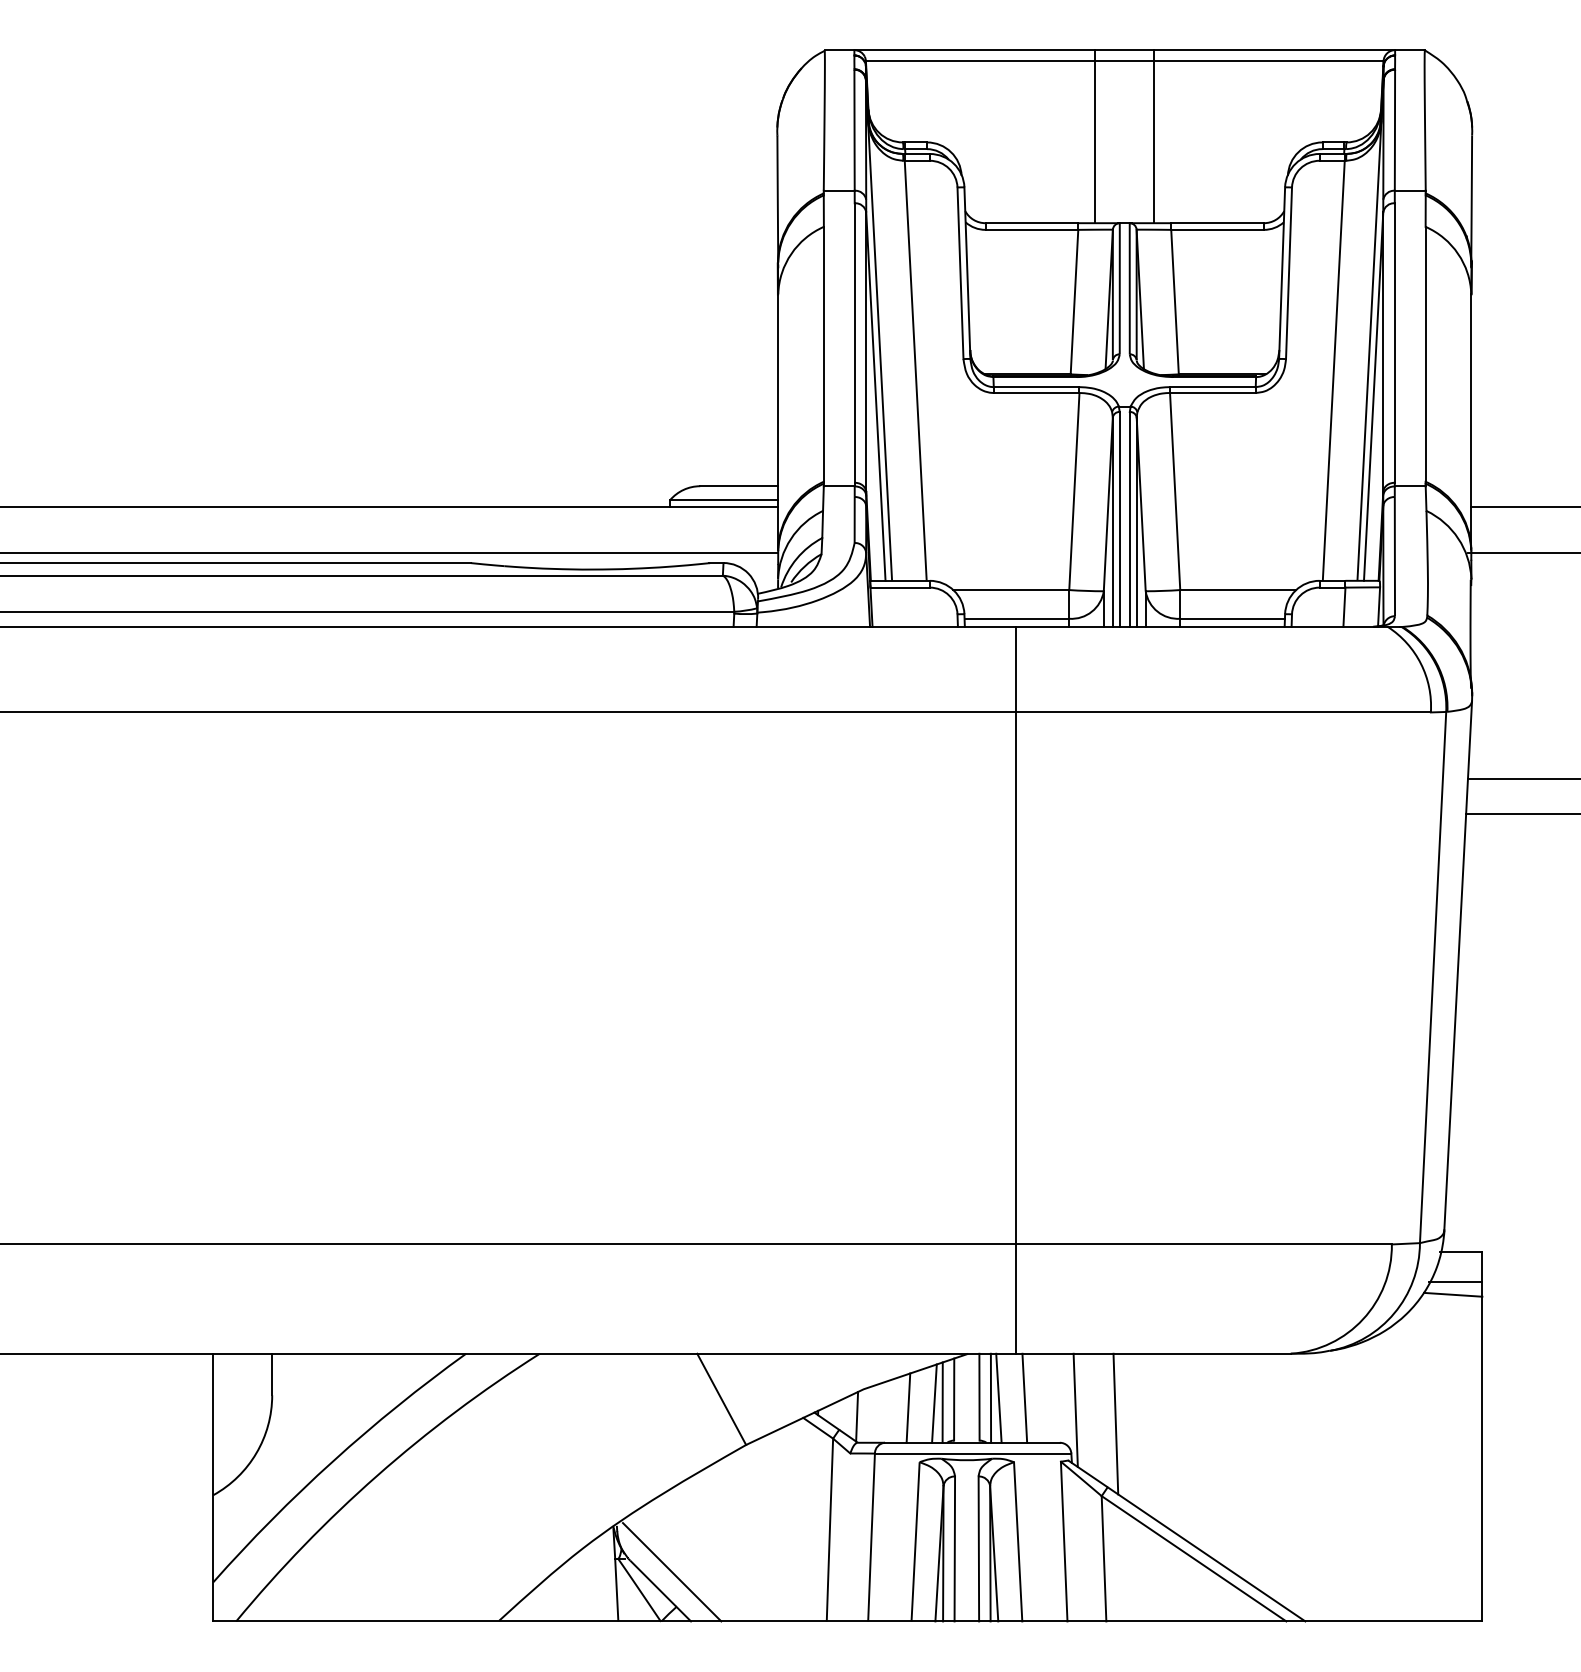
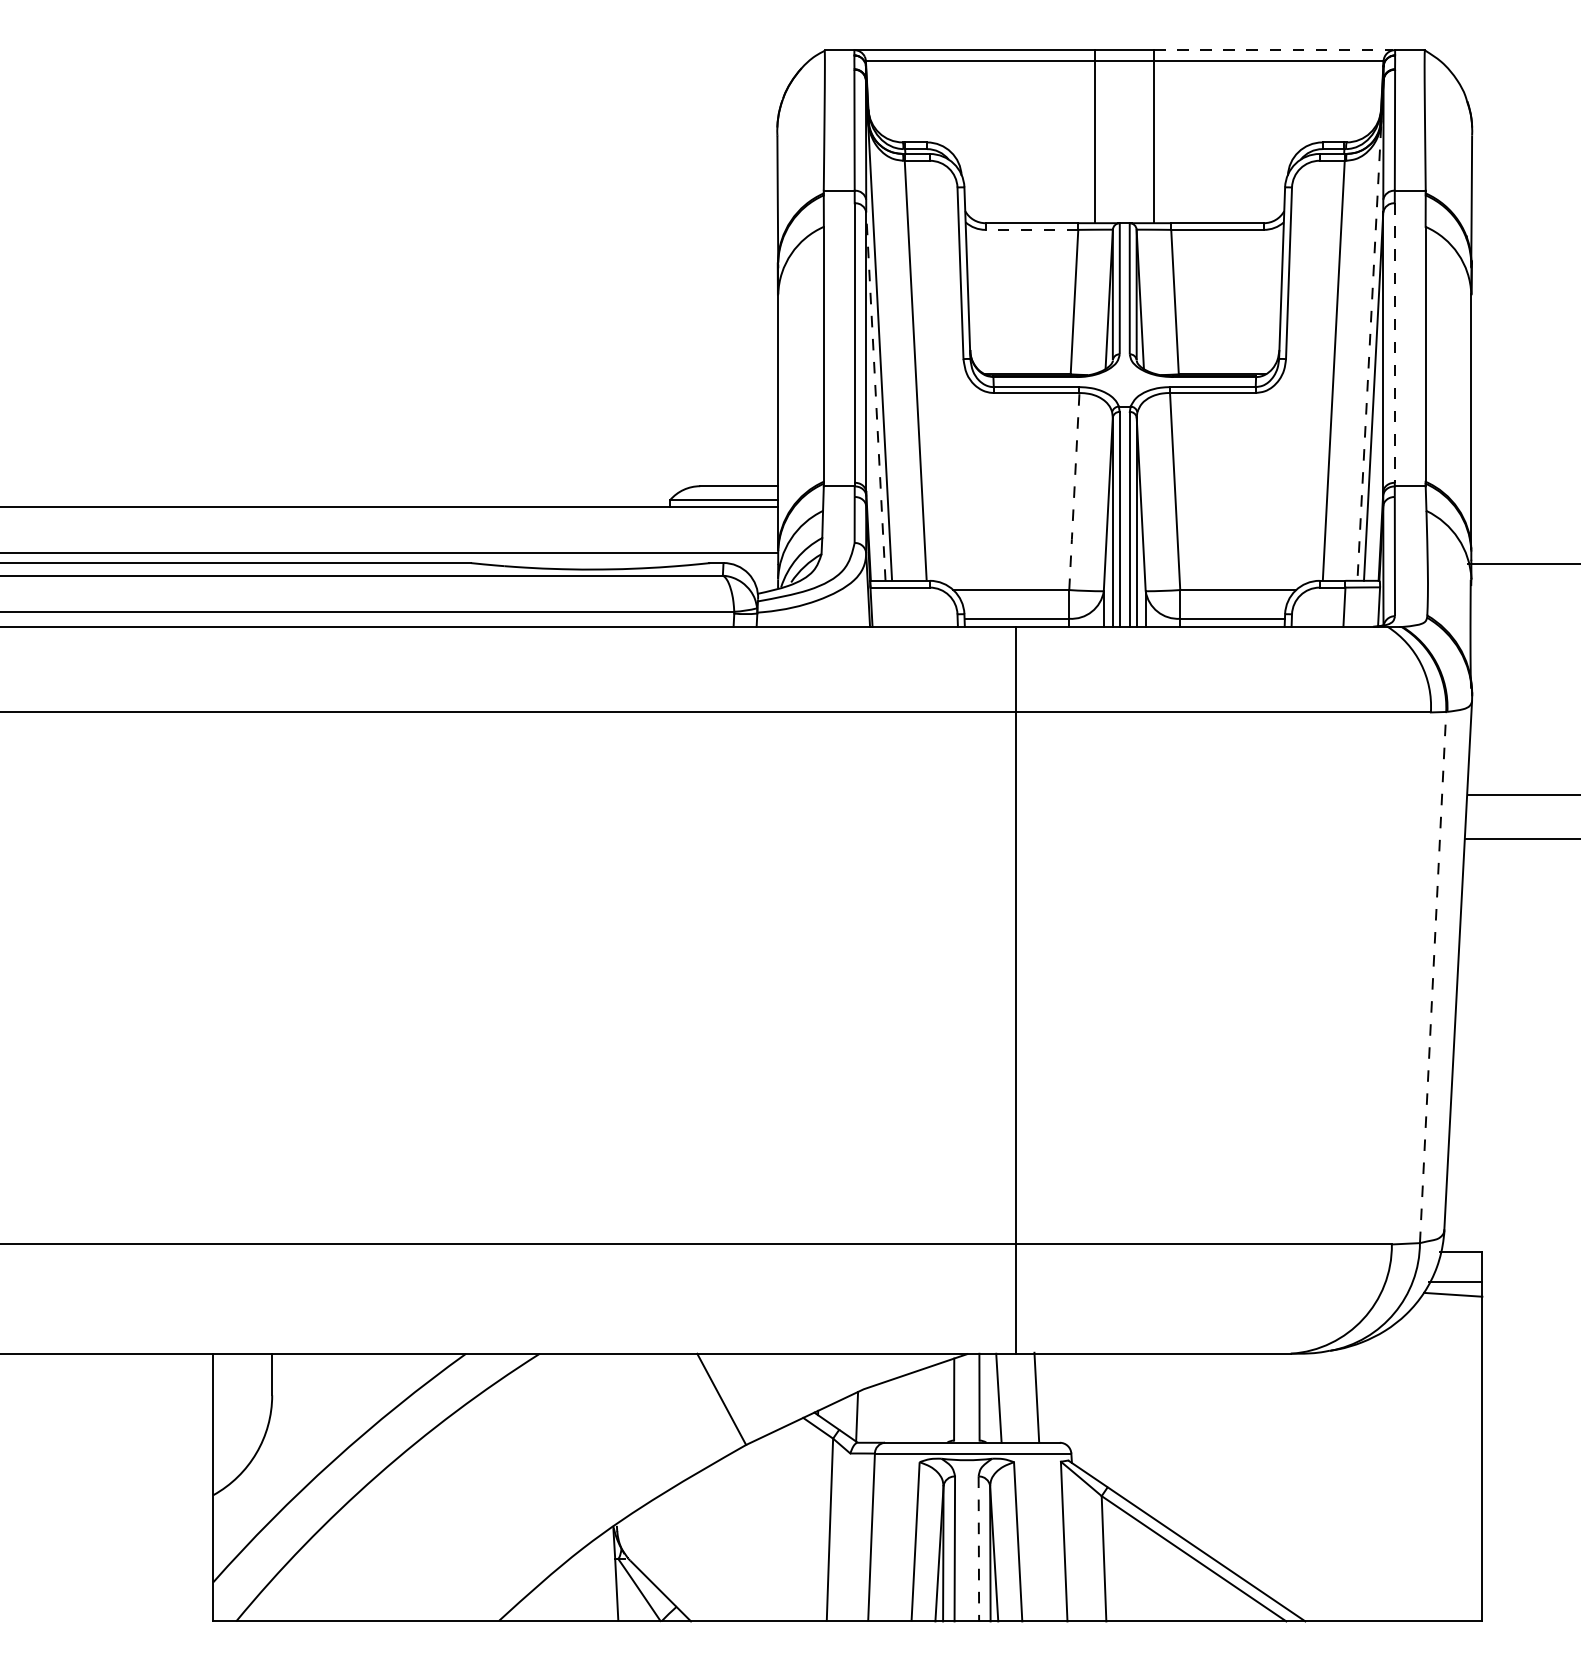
line at (1273, 50): solid -> dashed
line at (1031, 229): solid -> dashed
line at (1370, 330): solid -> dashed
line at (1394, 343): solid -> dashed
line at (875, 396): solid -> dashed
line at (1074, 491): solid -> dashed
line at (1524, 507): present -> none
line at (1522, 553) position: (1522, 553) -> (1522, 564)
line at (1522, 779) position: (1522, 779) -> (1522, 795)
line at (1521, 813) position: (1521, 813) -> (1521, 838)
line at (1433, 977): solid -> dashed
line at (990, 1397): present -> none
line at (1024, 1397) position: (1024, 1397) -> (1036, 1396)
line at (942, 1402): present -> none
line at (934, 1403): present -> none
line at (908, 1407): present -> none
line at (1075, 1410): present -> none
line at (1115, 1423): present -> none
line at (978, 1549): solid -> dashed
line at (671, 1572): present -> none
